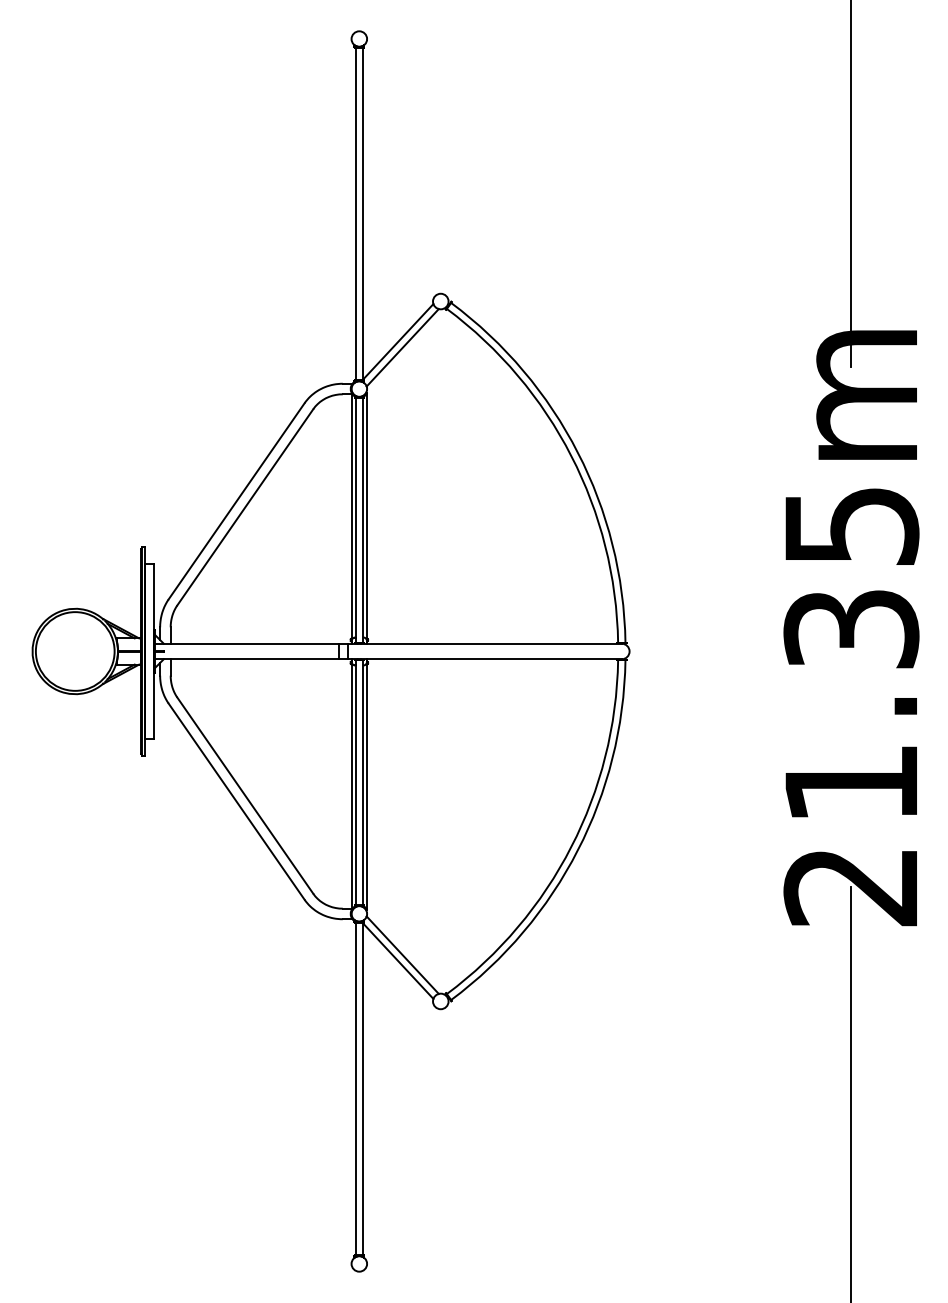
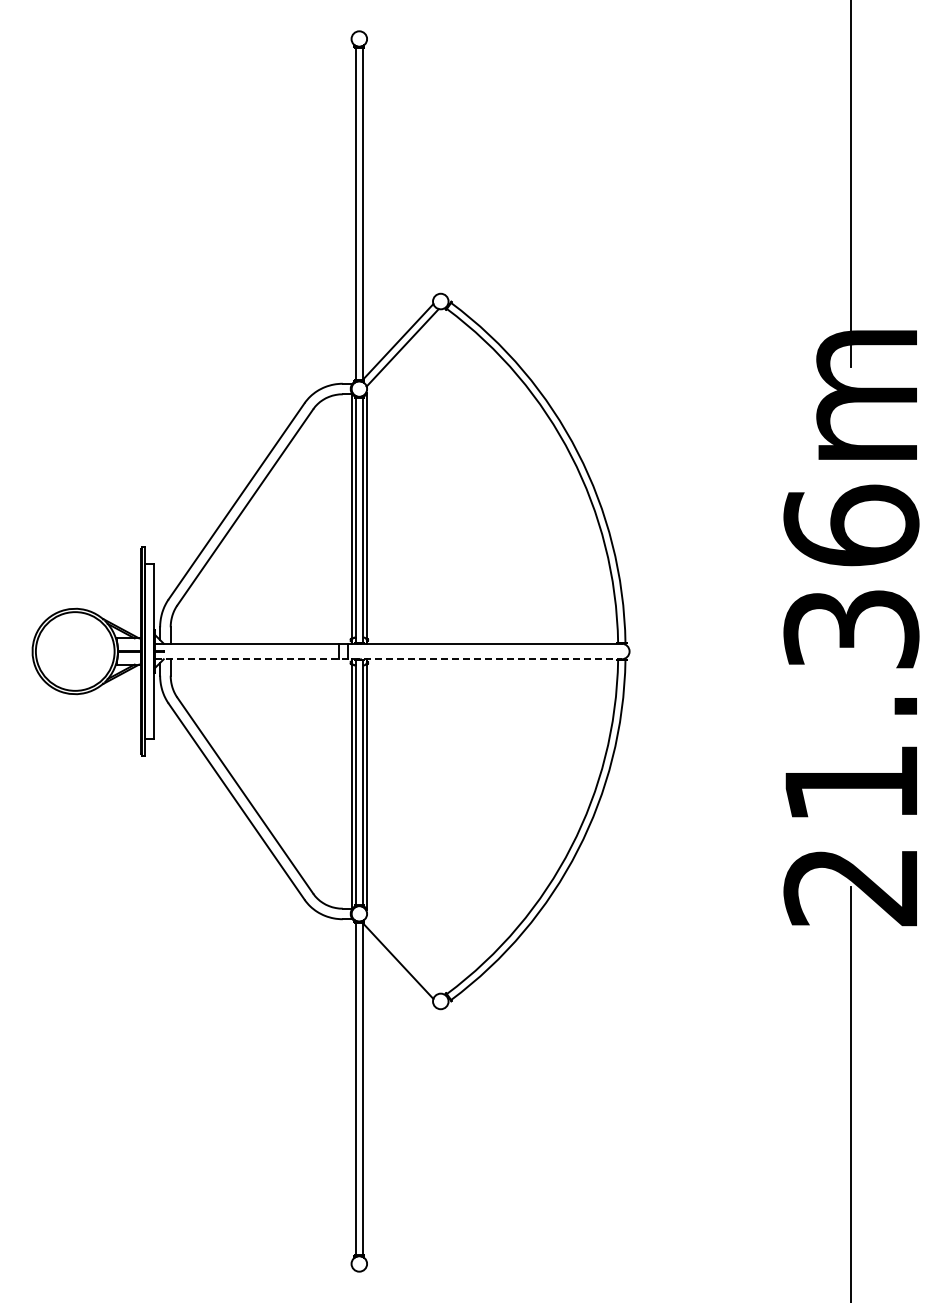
text at (851, 525): 21.35m -> 21.36m
line at (388, 659): solid -> dashed
line at (402, 954): present -> none
